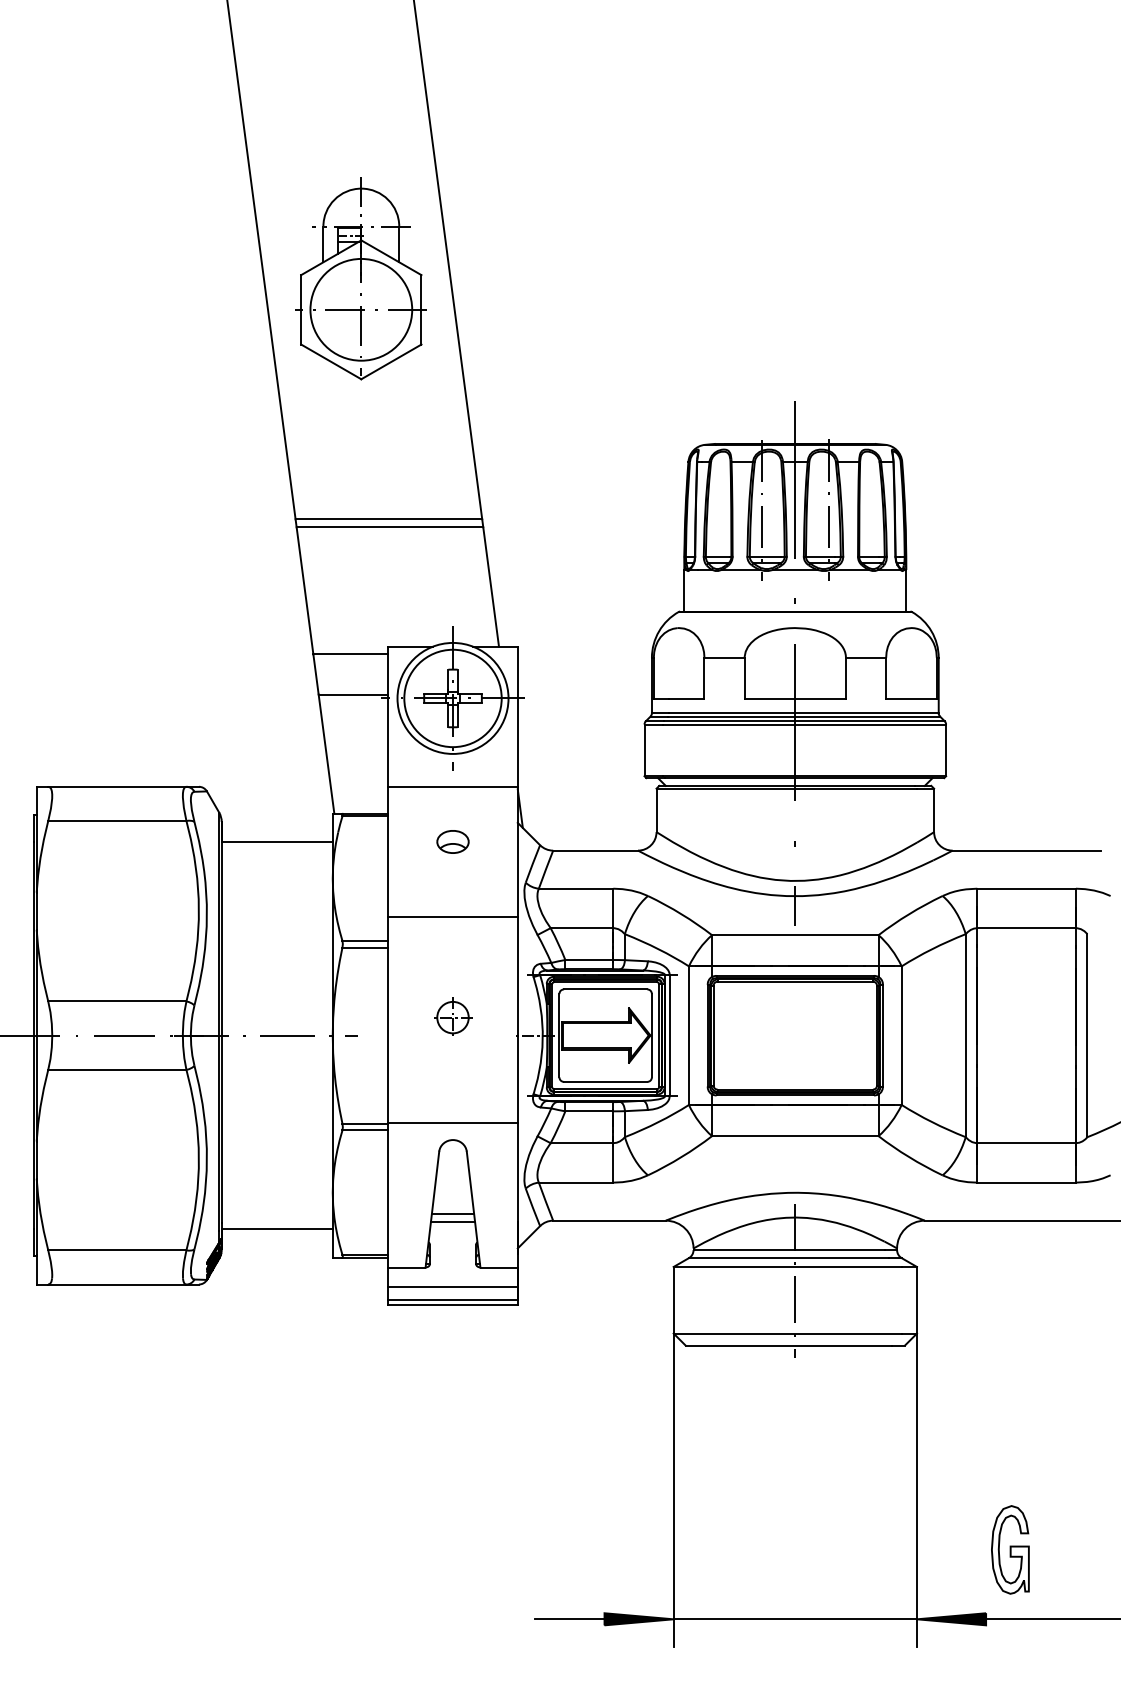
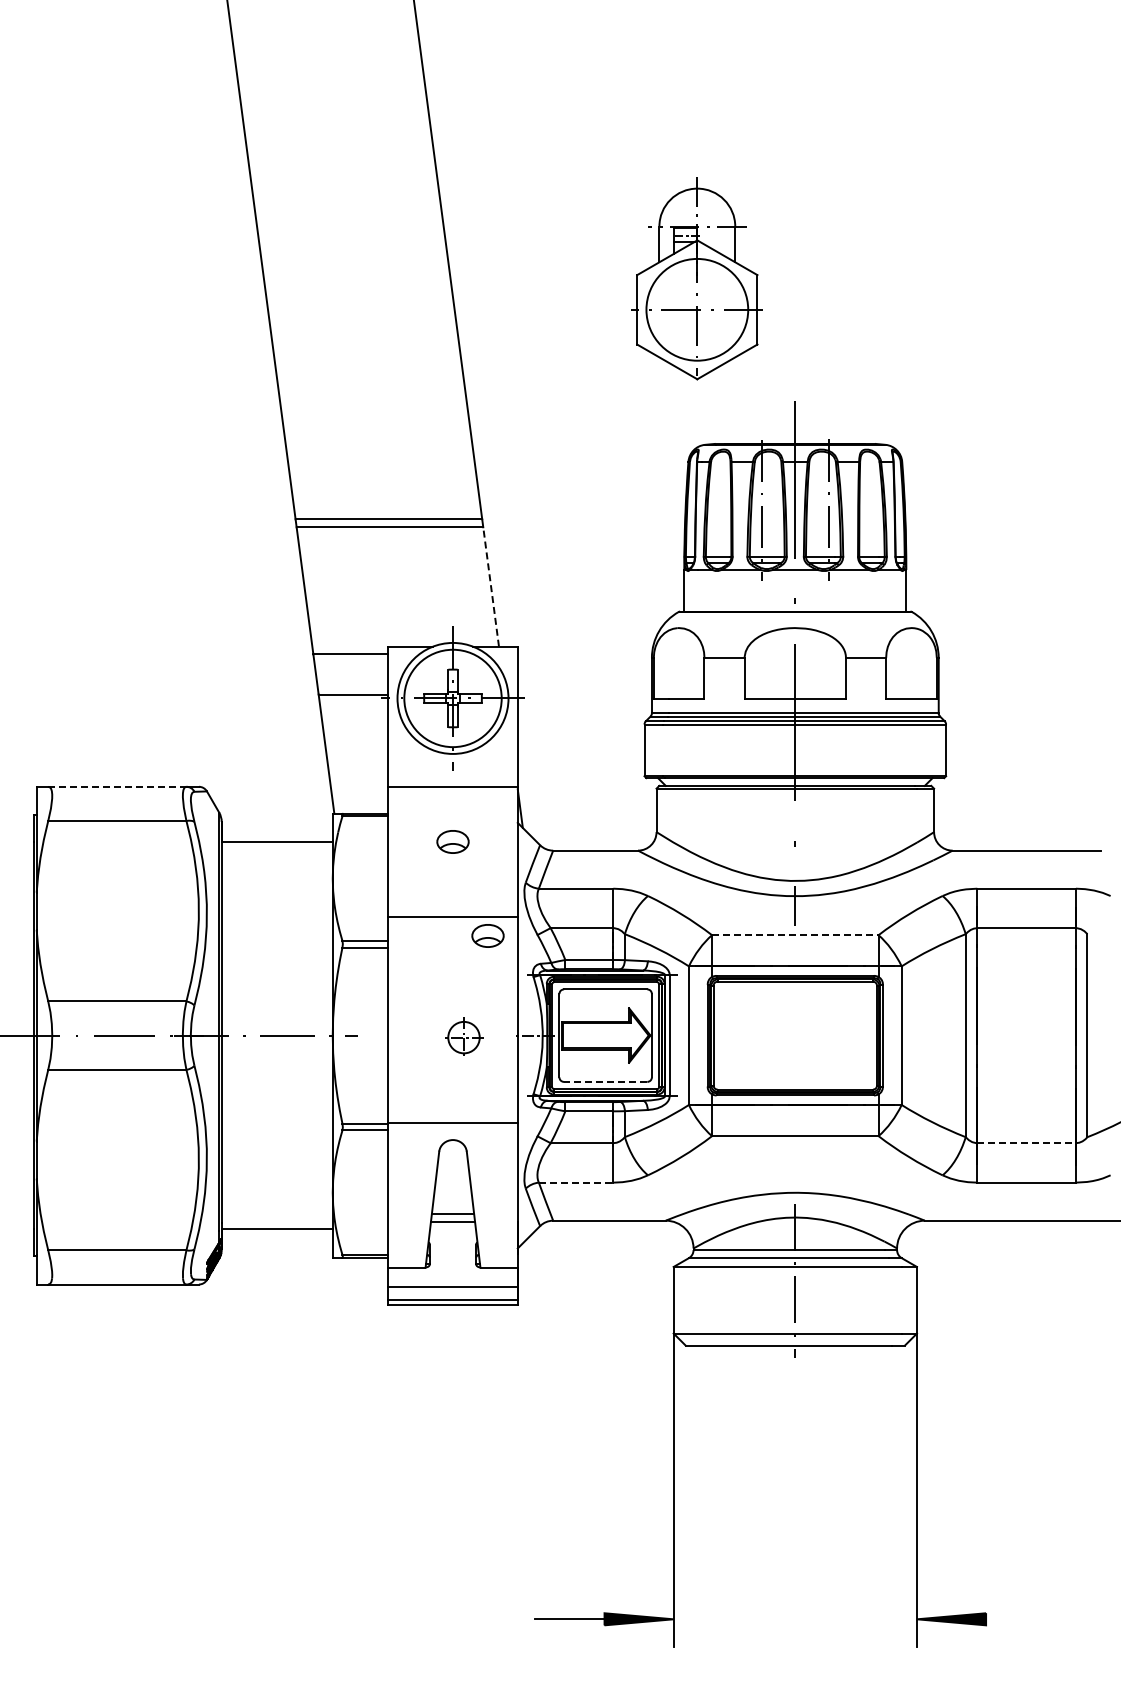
part at (360, 278) position: (360, 278) -> (696, 278)
line at (491, 586): solid -> dashed
line at (117, 786): solid -> dashed
part at (487, 935): none -> present
line at (795, 935): solid -> dashed
part at (453, 1016) position: (453, 1016) -> (464, 1036)
line at (605, 1081): solid -> dashed
line at (1027, 1143): solid -> dashed
line at (576, 1182): solid -> dashed
part at (1010, 1549): present -> none
line at (794, 1619): present -> none
line at (1051, 1619): present -> none
